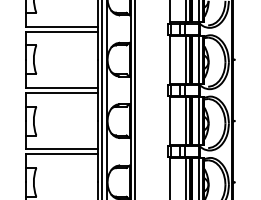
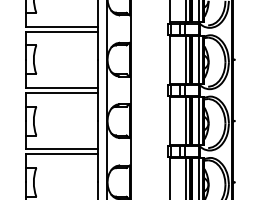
line at (101, 99): present -> none
line at (134, 99): present -> none
